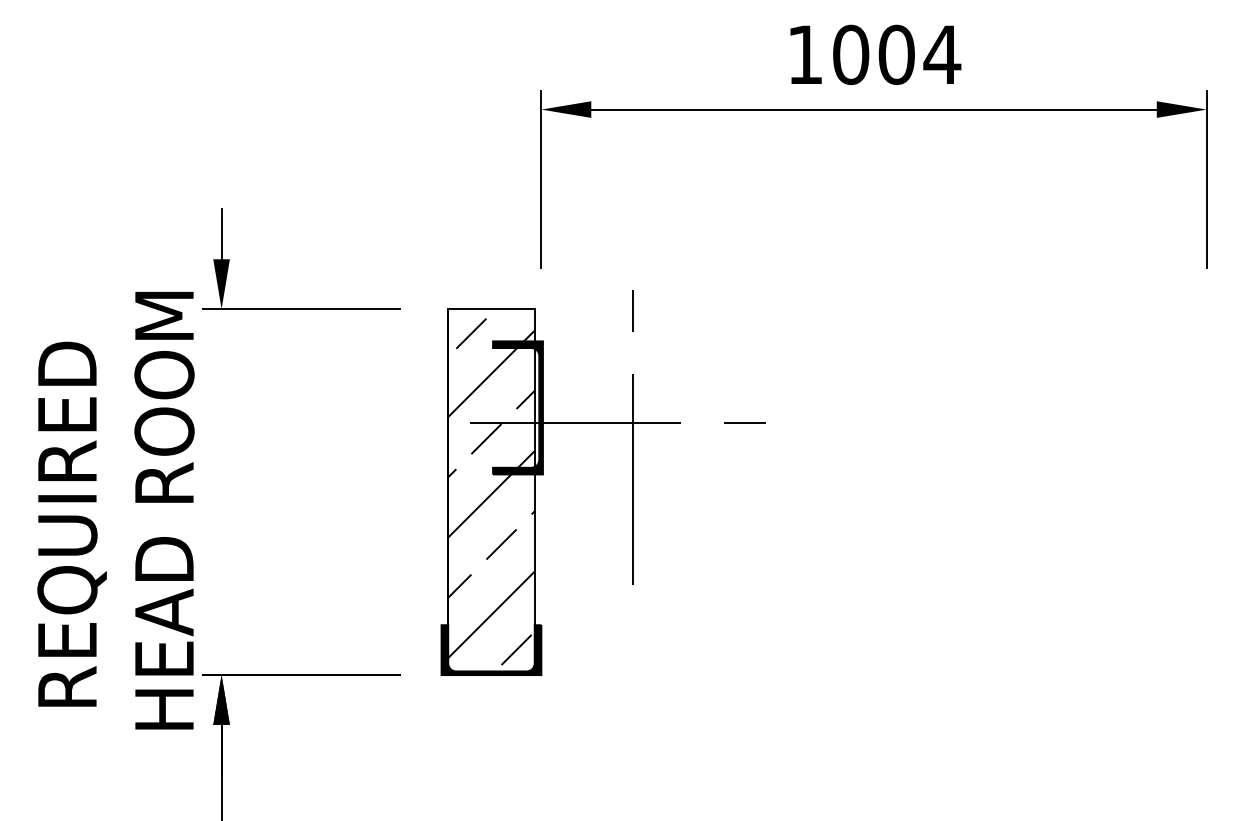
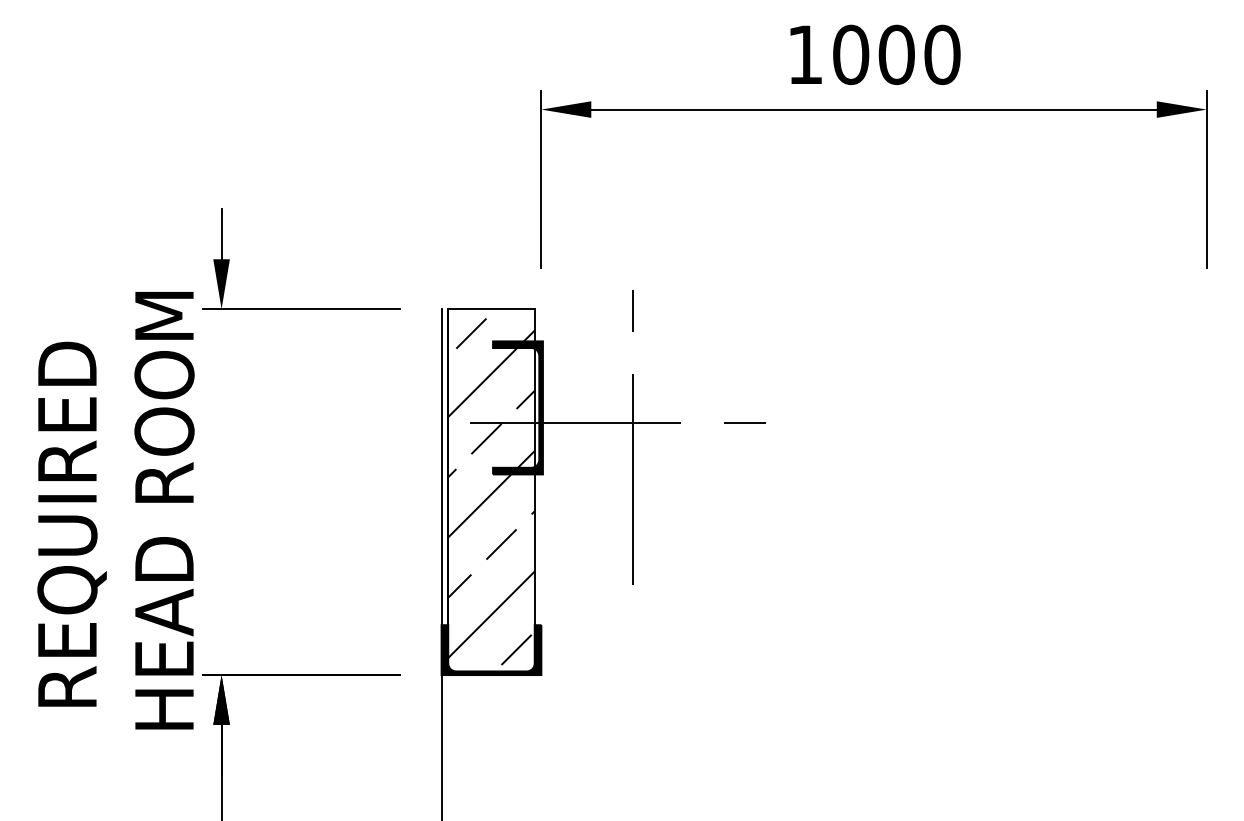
text at (942, 54): 1004 -> 1000
line at (441, 563): none -> present
